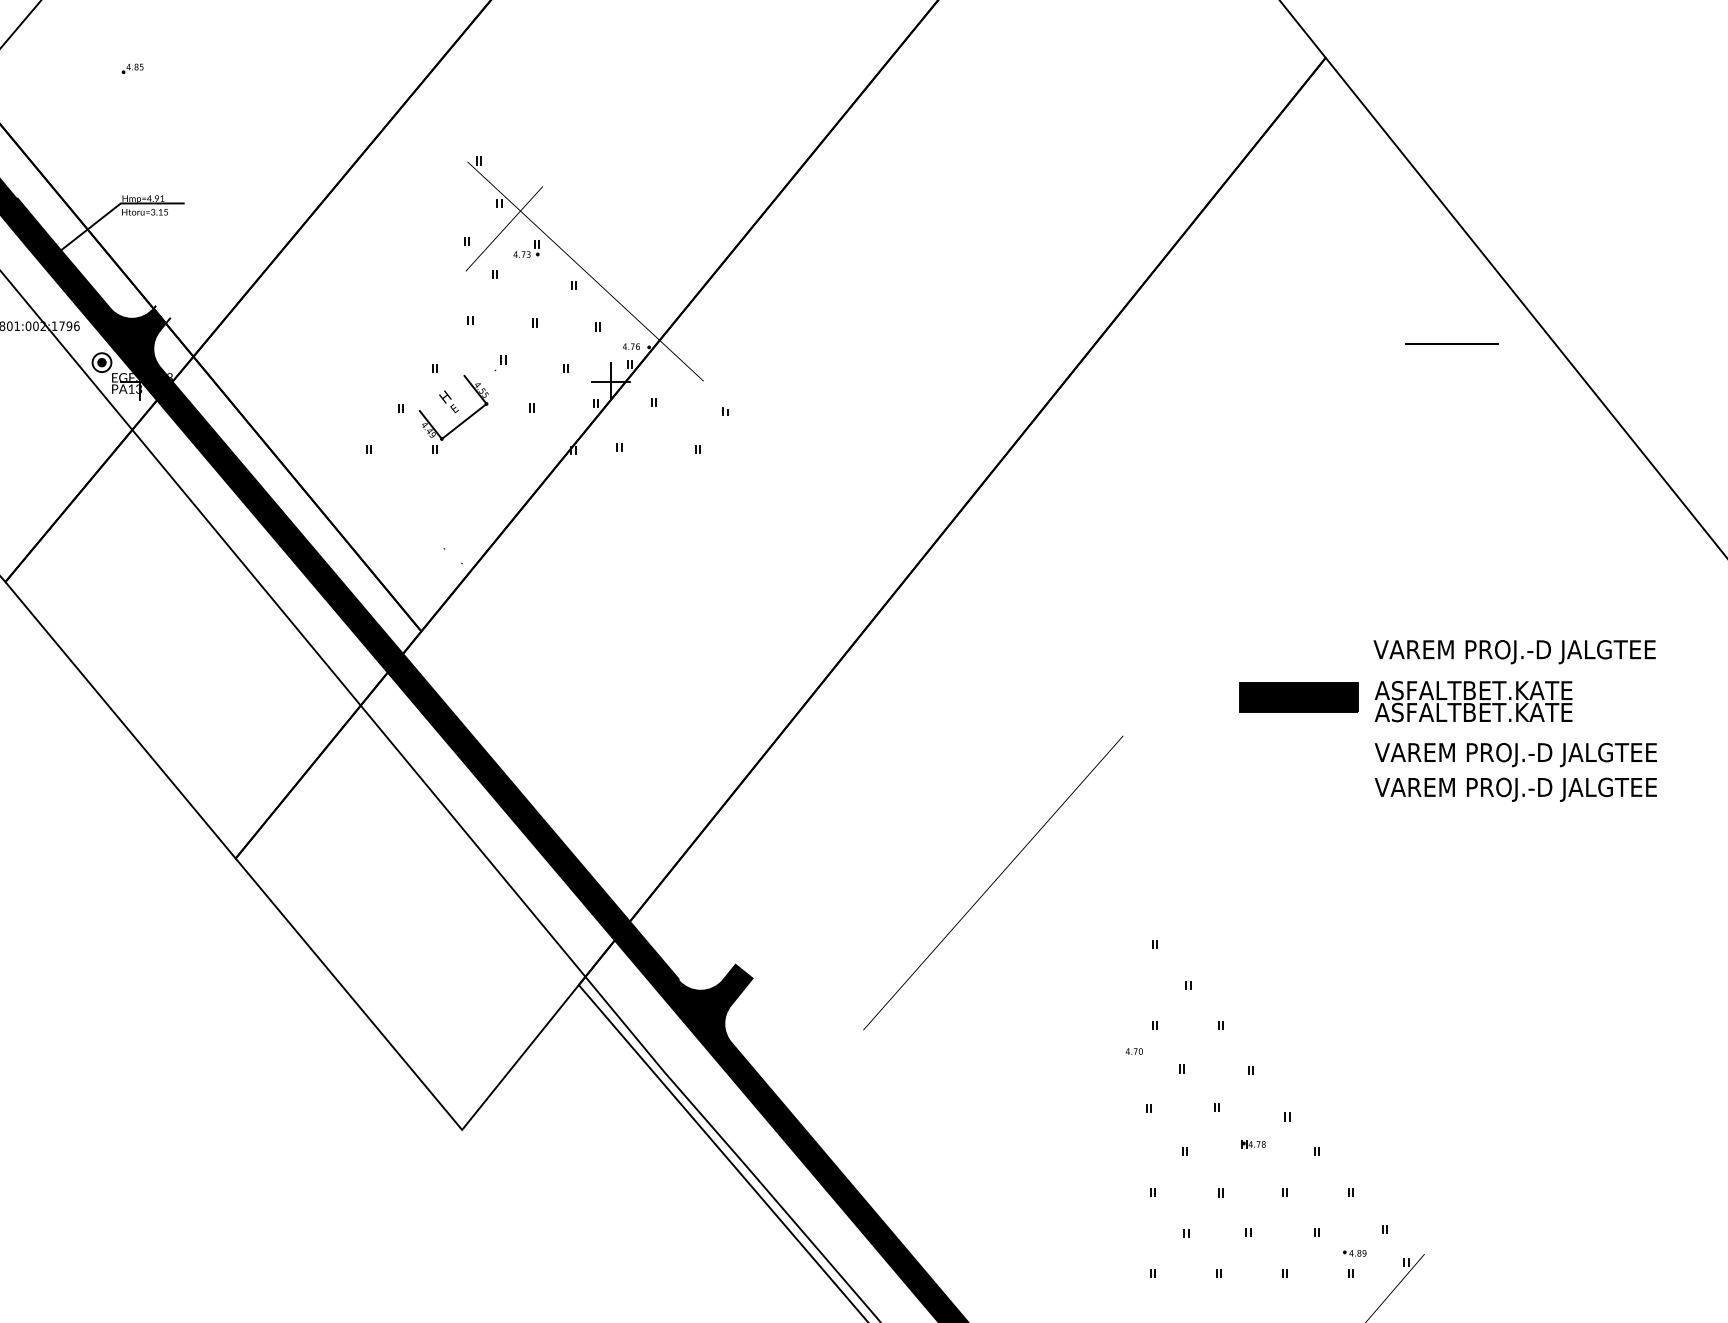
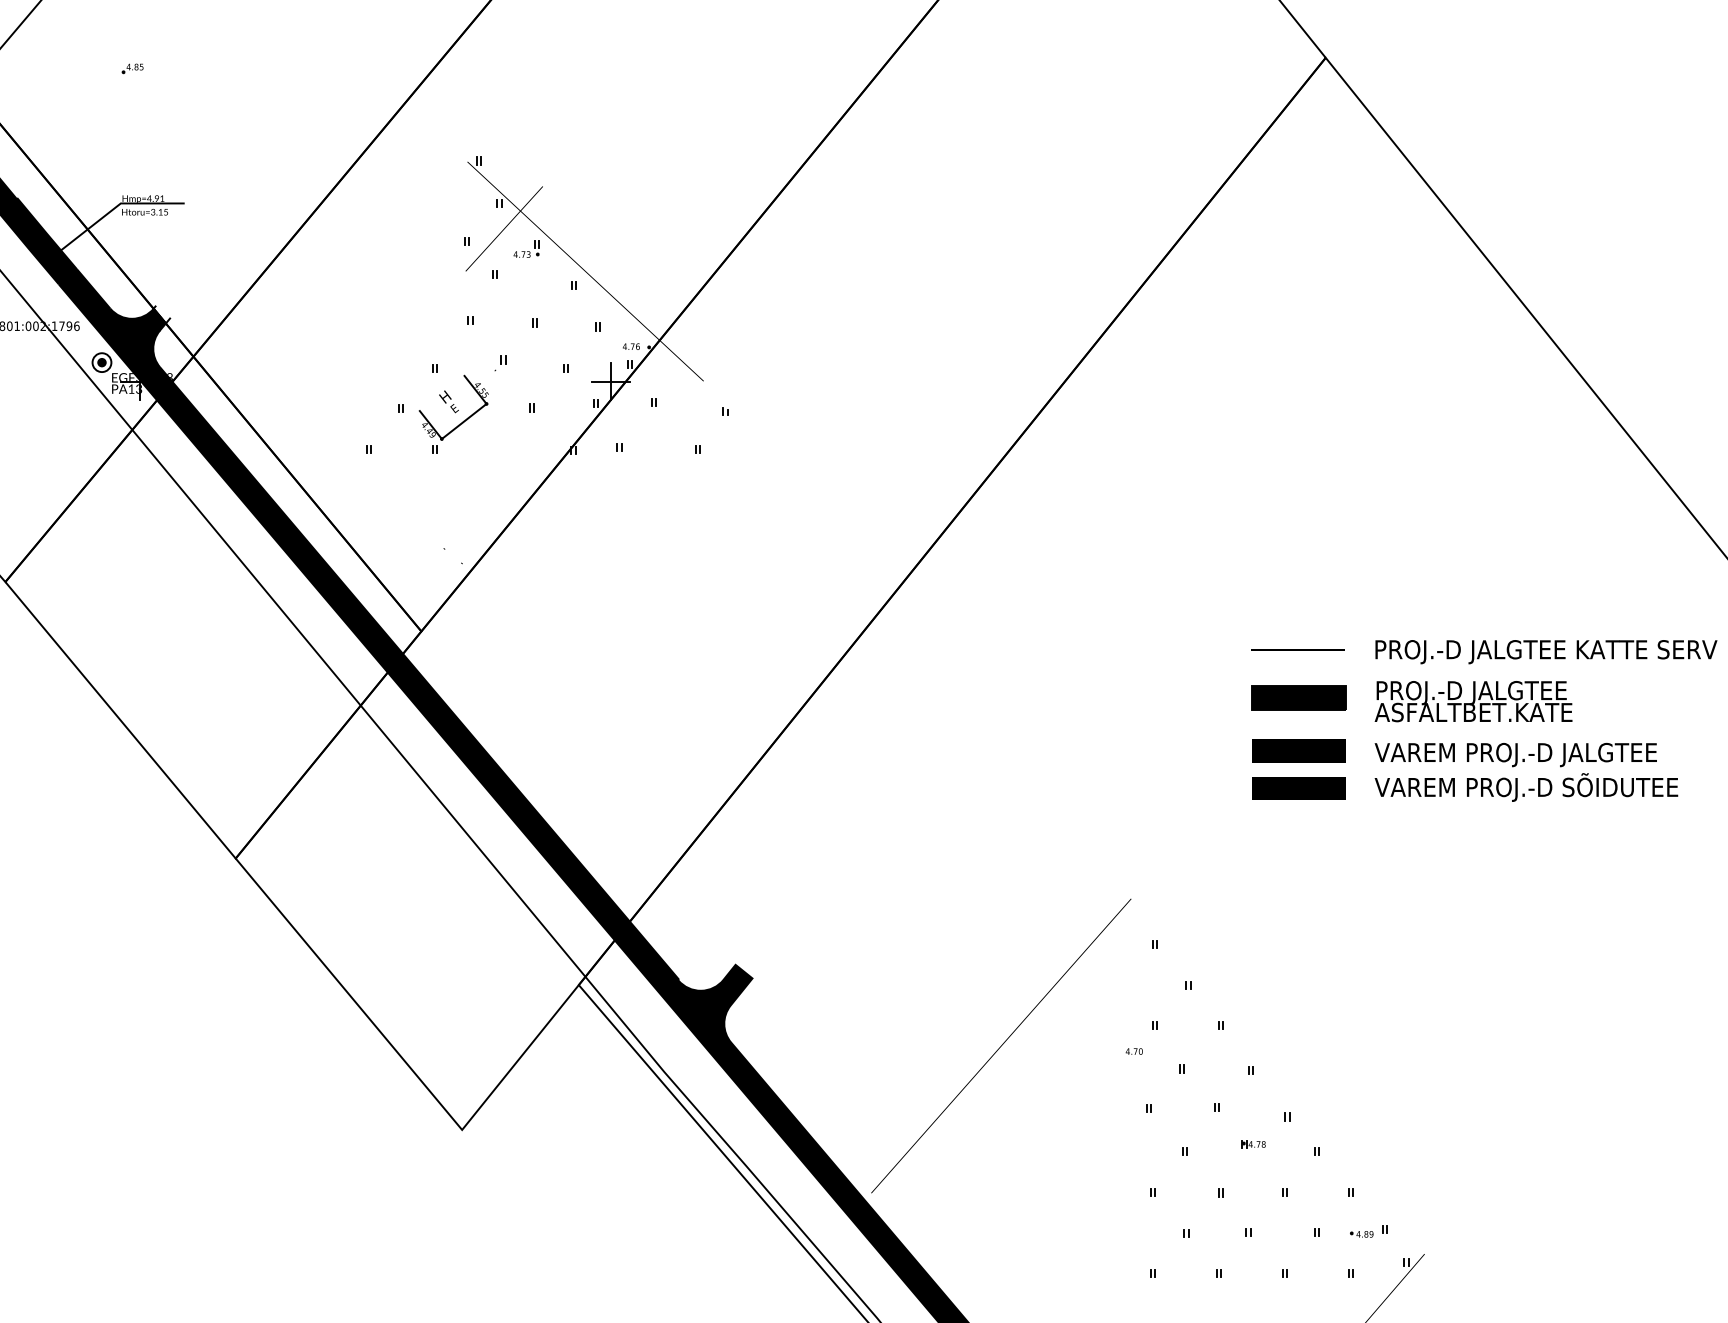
line at (1451, 343) position: (1451, 343) -> (1297, 649)
text at (1545, 652): VAREM PROJ.-D JALGTEE -> PROJ.-D JALGTEE KATTE SERV
text at (1473, 693): ASFALTBET.KATE -> PROJ.-D JALGTEE
part at (1298, 697) size: 120x31 px -> 96x26 px
fill at (1298, 750): none -> present
text at (1619, 787): VAREM PROJ.-D JALGTEE -> VAREM PROJ.-D SÕIDUTEE
fill at (1298, 788): none -> present
line at (993, 882) position: (993, 882) -> (1001, 1045)
part at (1354, 1253) position: (1354, 1253) -> (1361, 1234)
